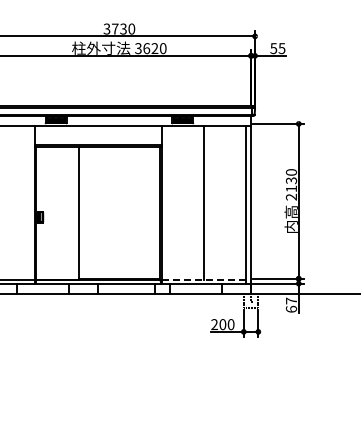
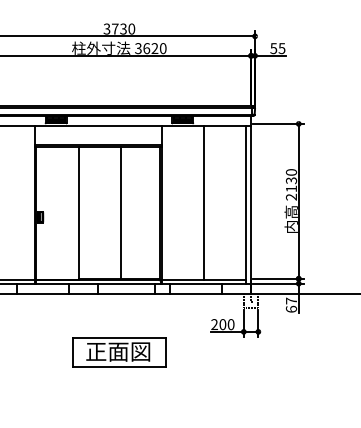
line at (120, 213): none -> present
line at (204, 279): dashed -> solid
part at (119, 352): none -> present
